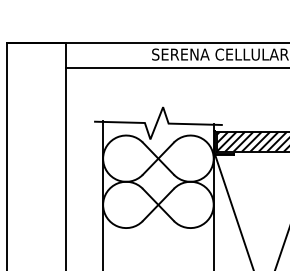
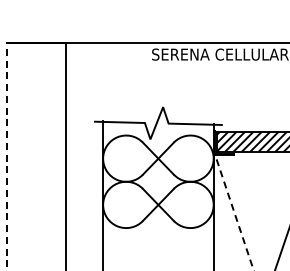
line at (175, 67): present -> none
line at (6, 156): solid -> dashed
line at (234, 212): solid -> dashed
